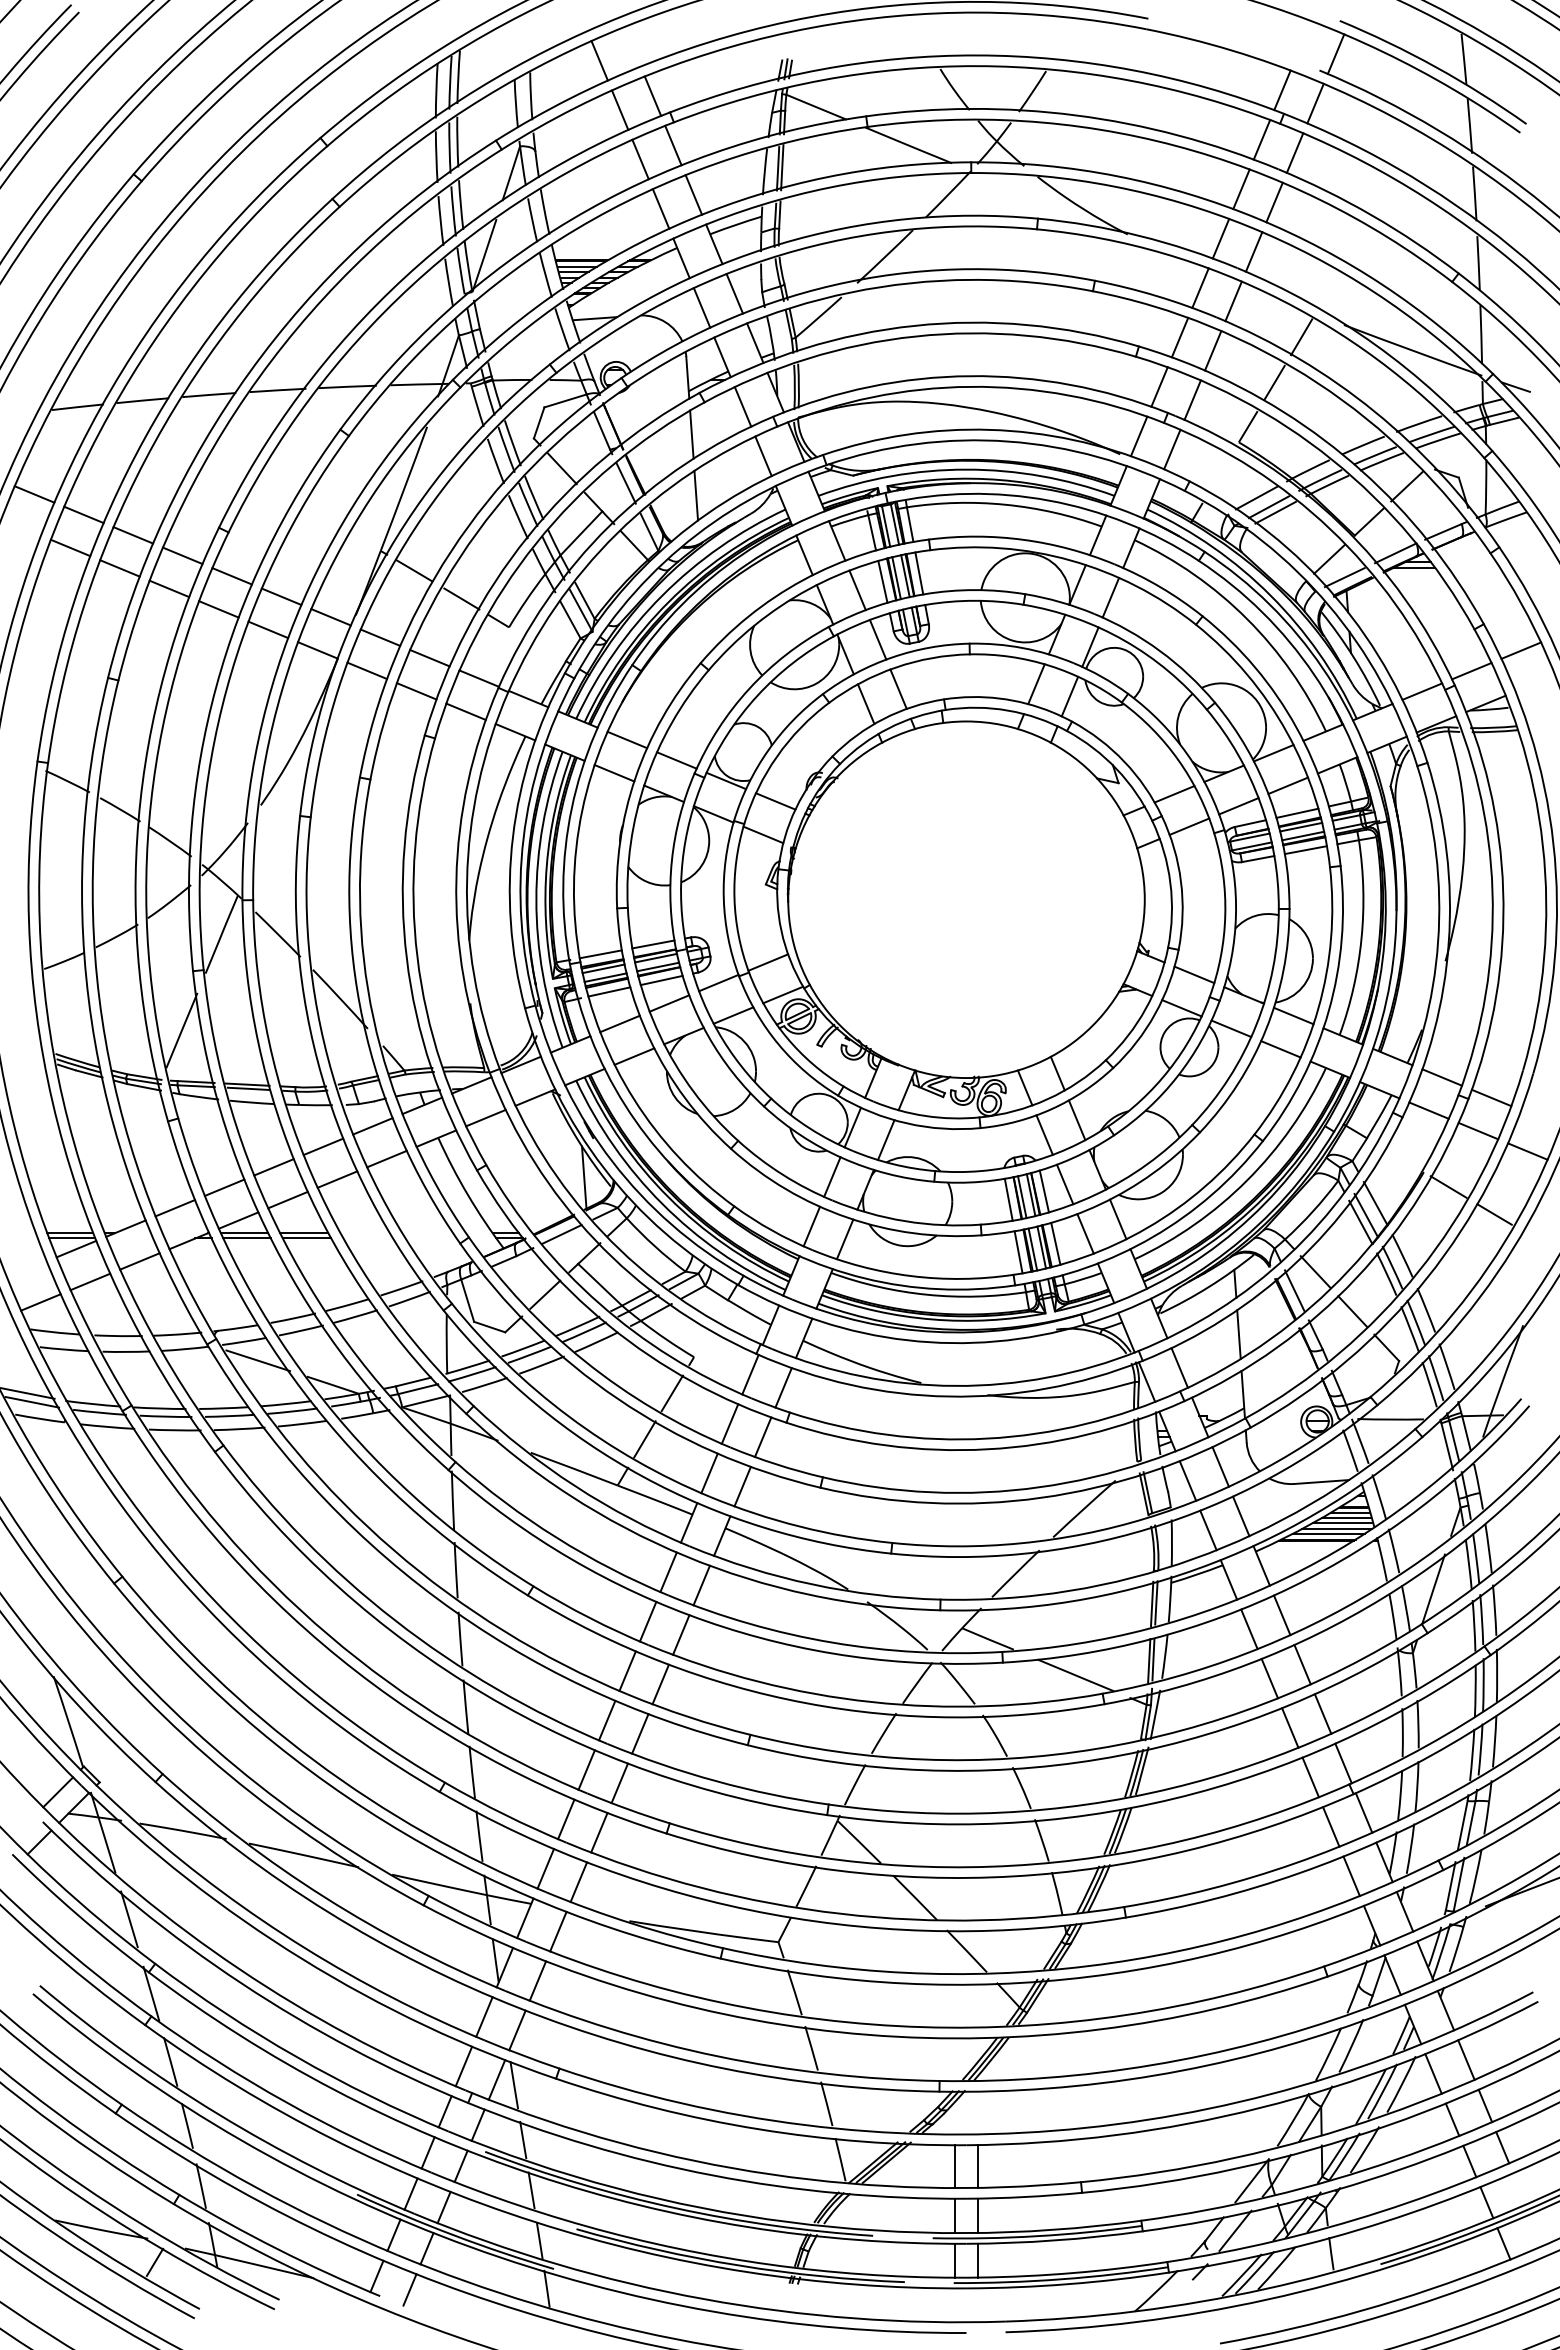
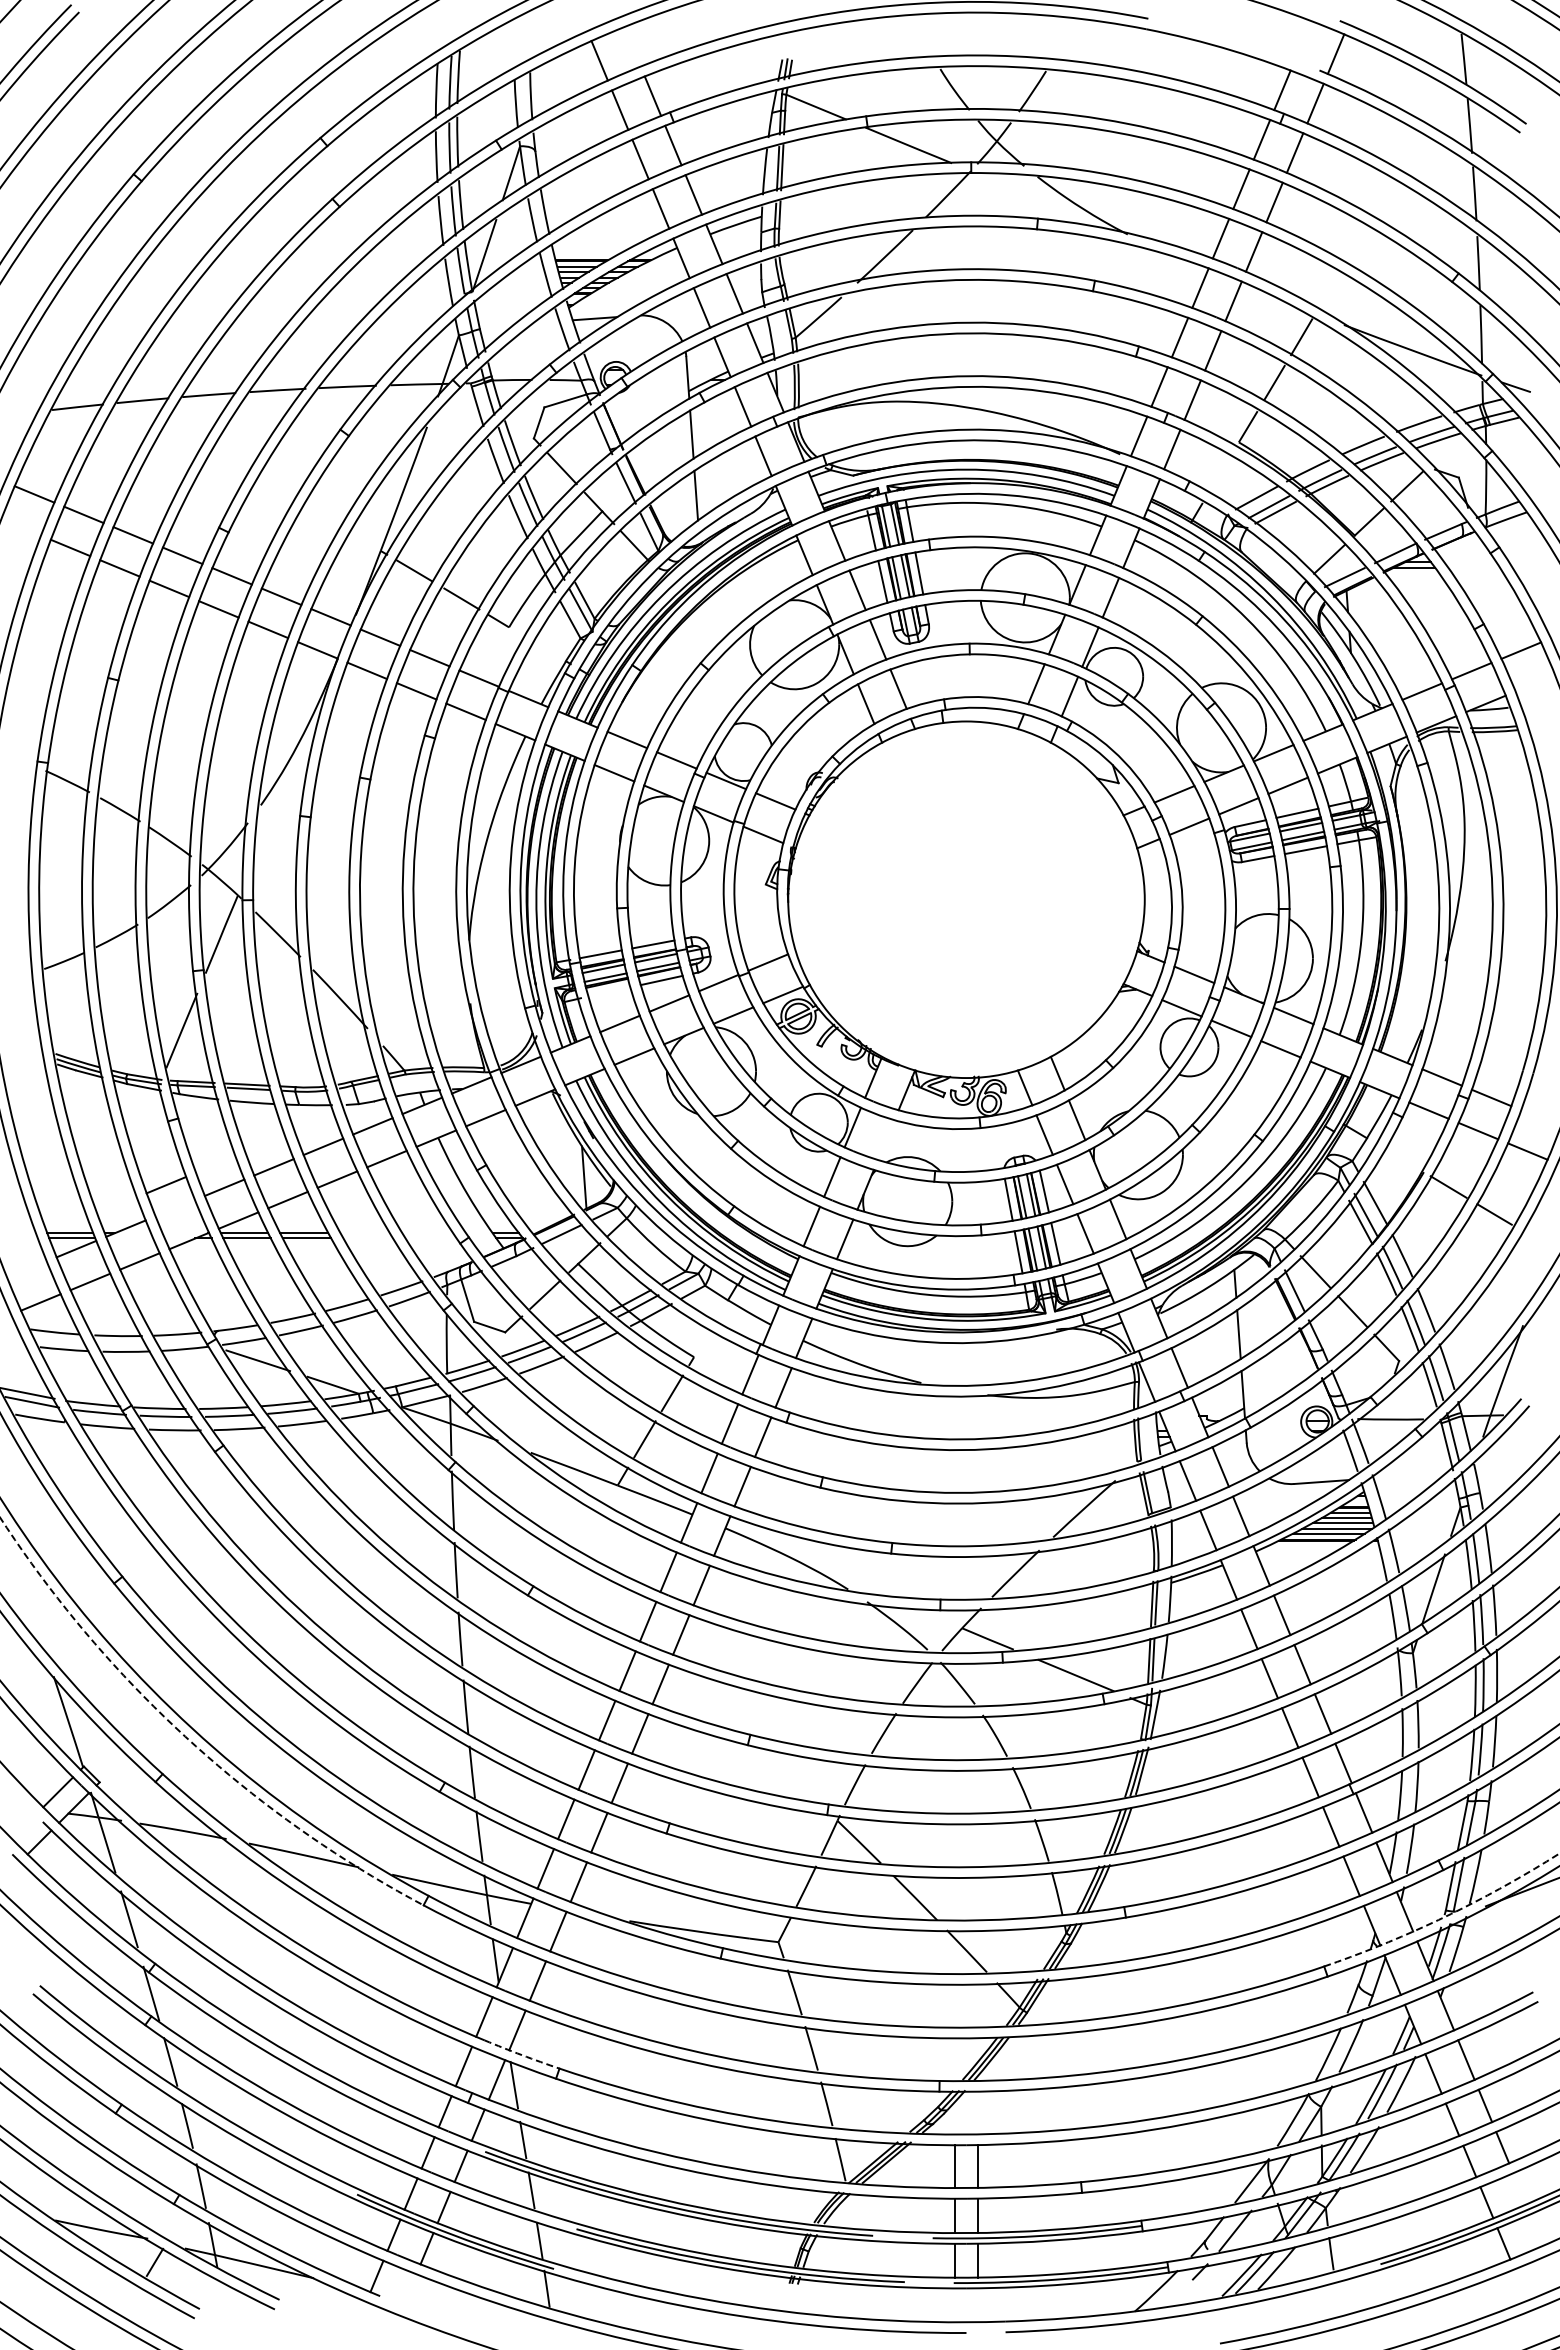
line at (609, 991): present -> none
line at (886, 1140): present -> none
line at (175, 1208) position: (175, 1208) -> (166, 1185)
arc at (188, 1739): solid -> dashed
arc at (1446, 1916): solid -> dashed
arc at (521, 2055): solid -> dashed
line at (409, 2289): present -> none
